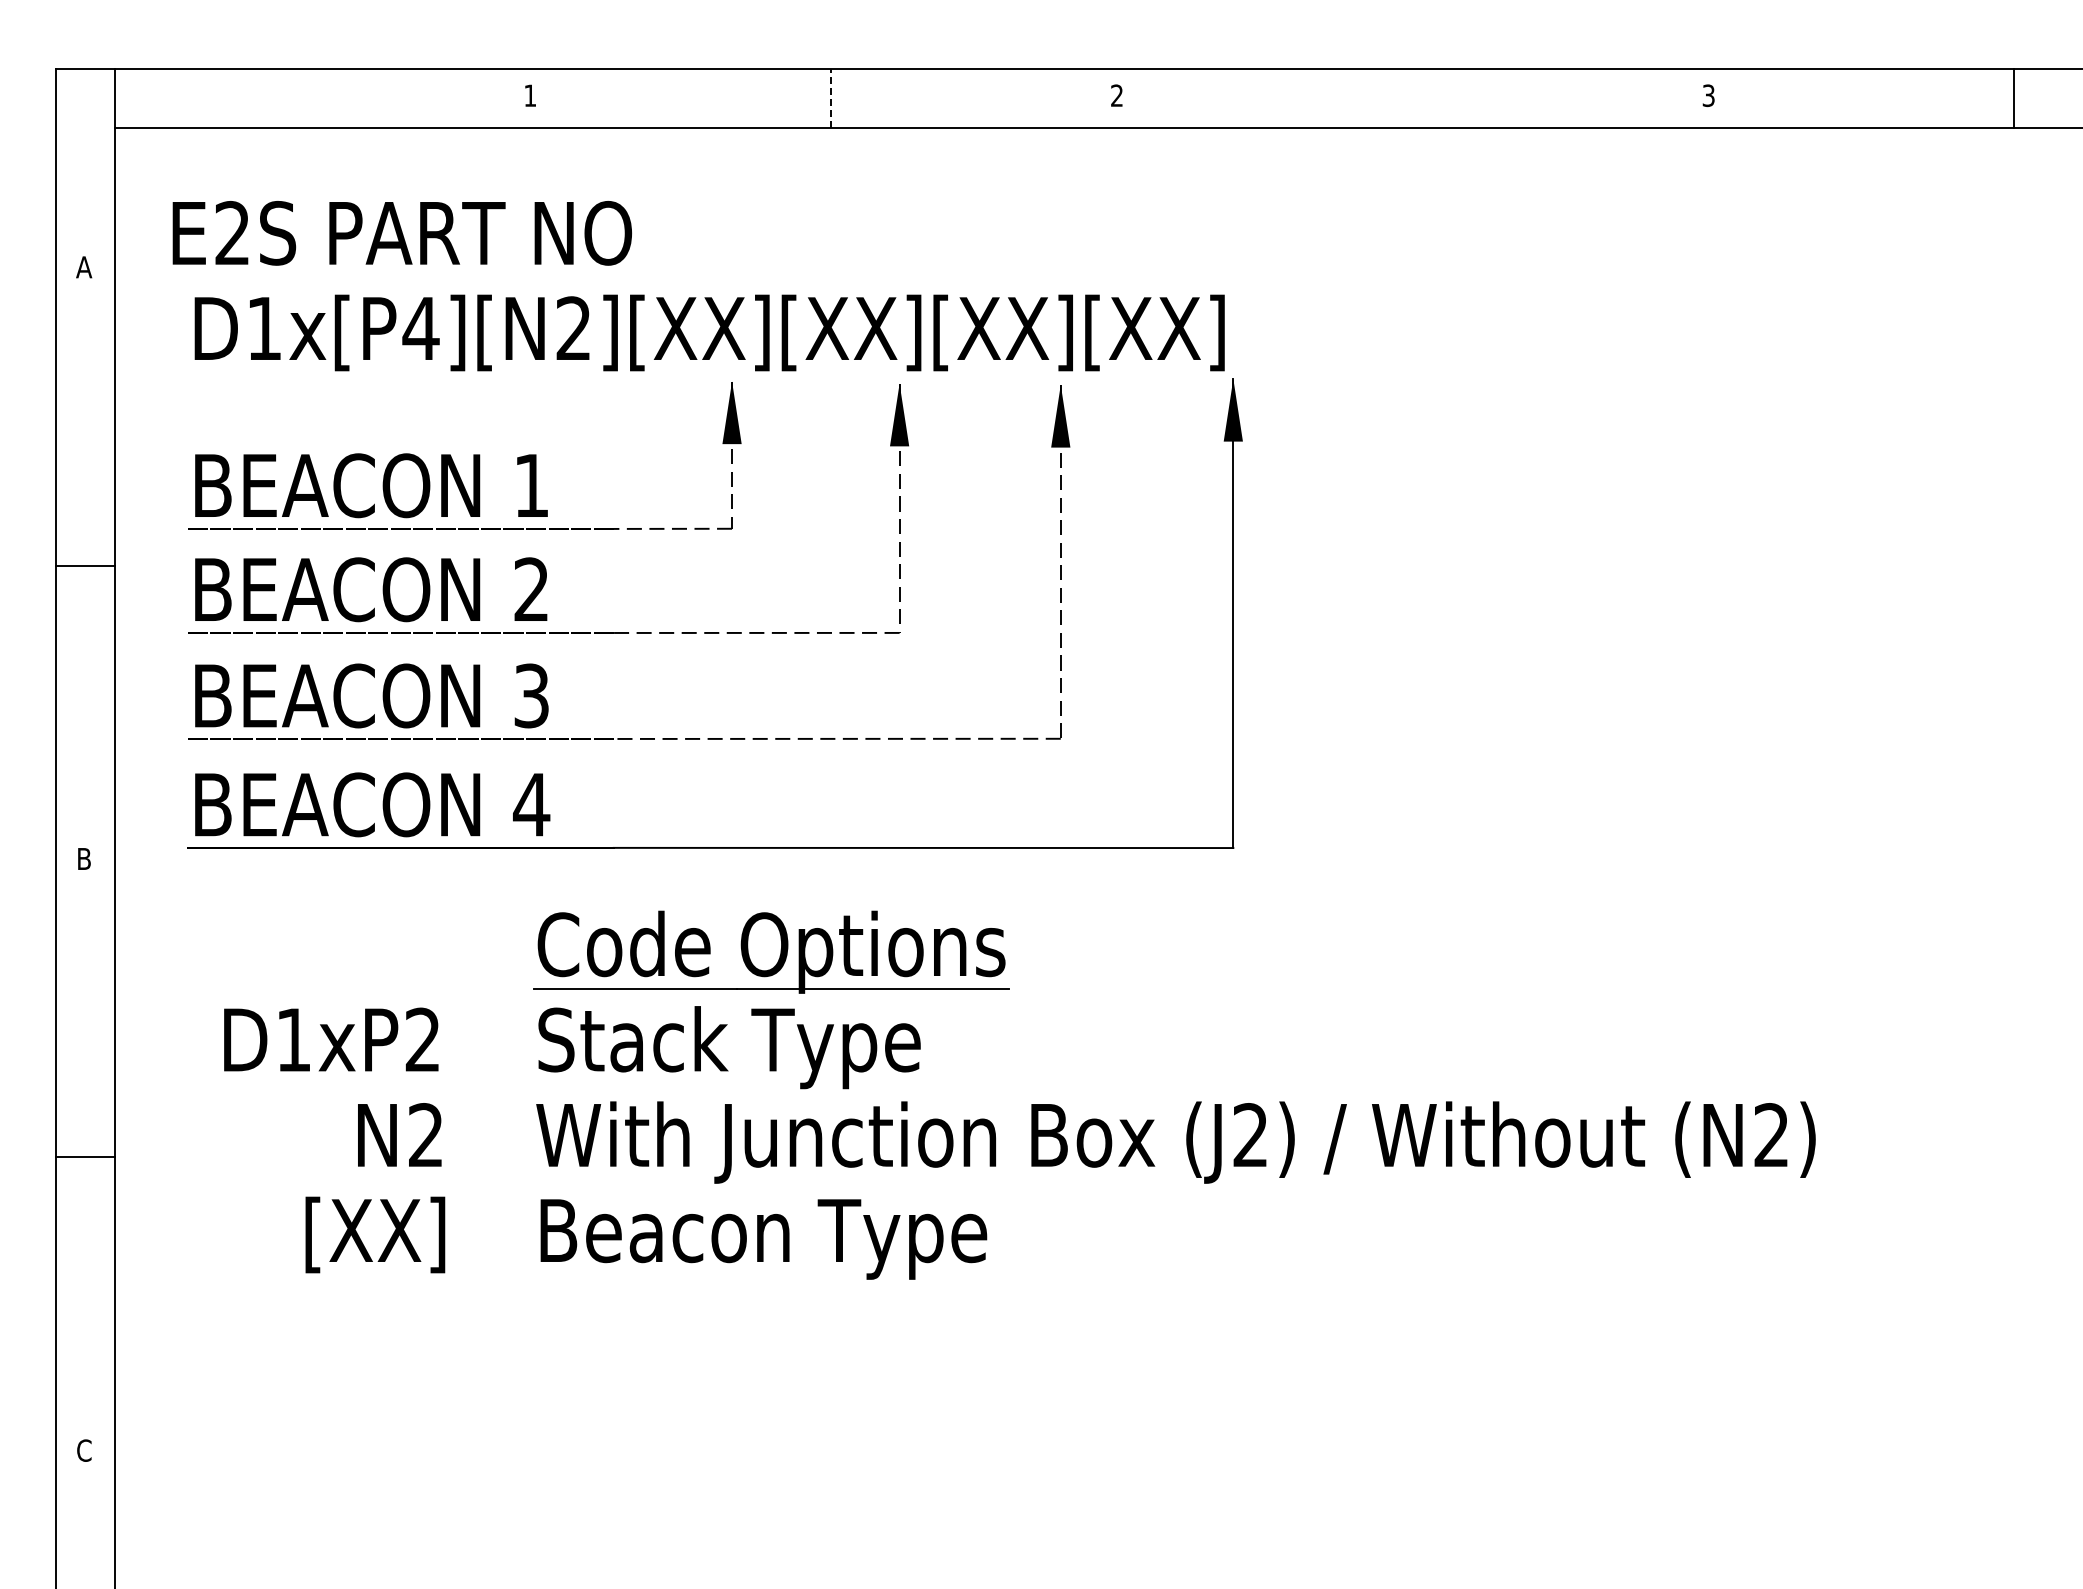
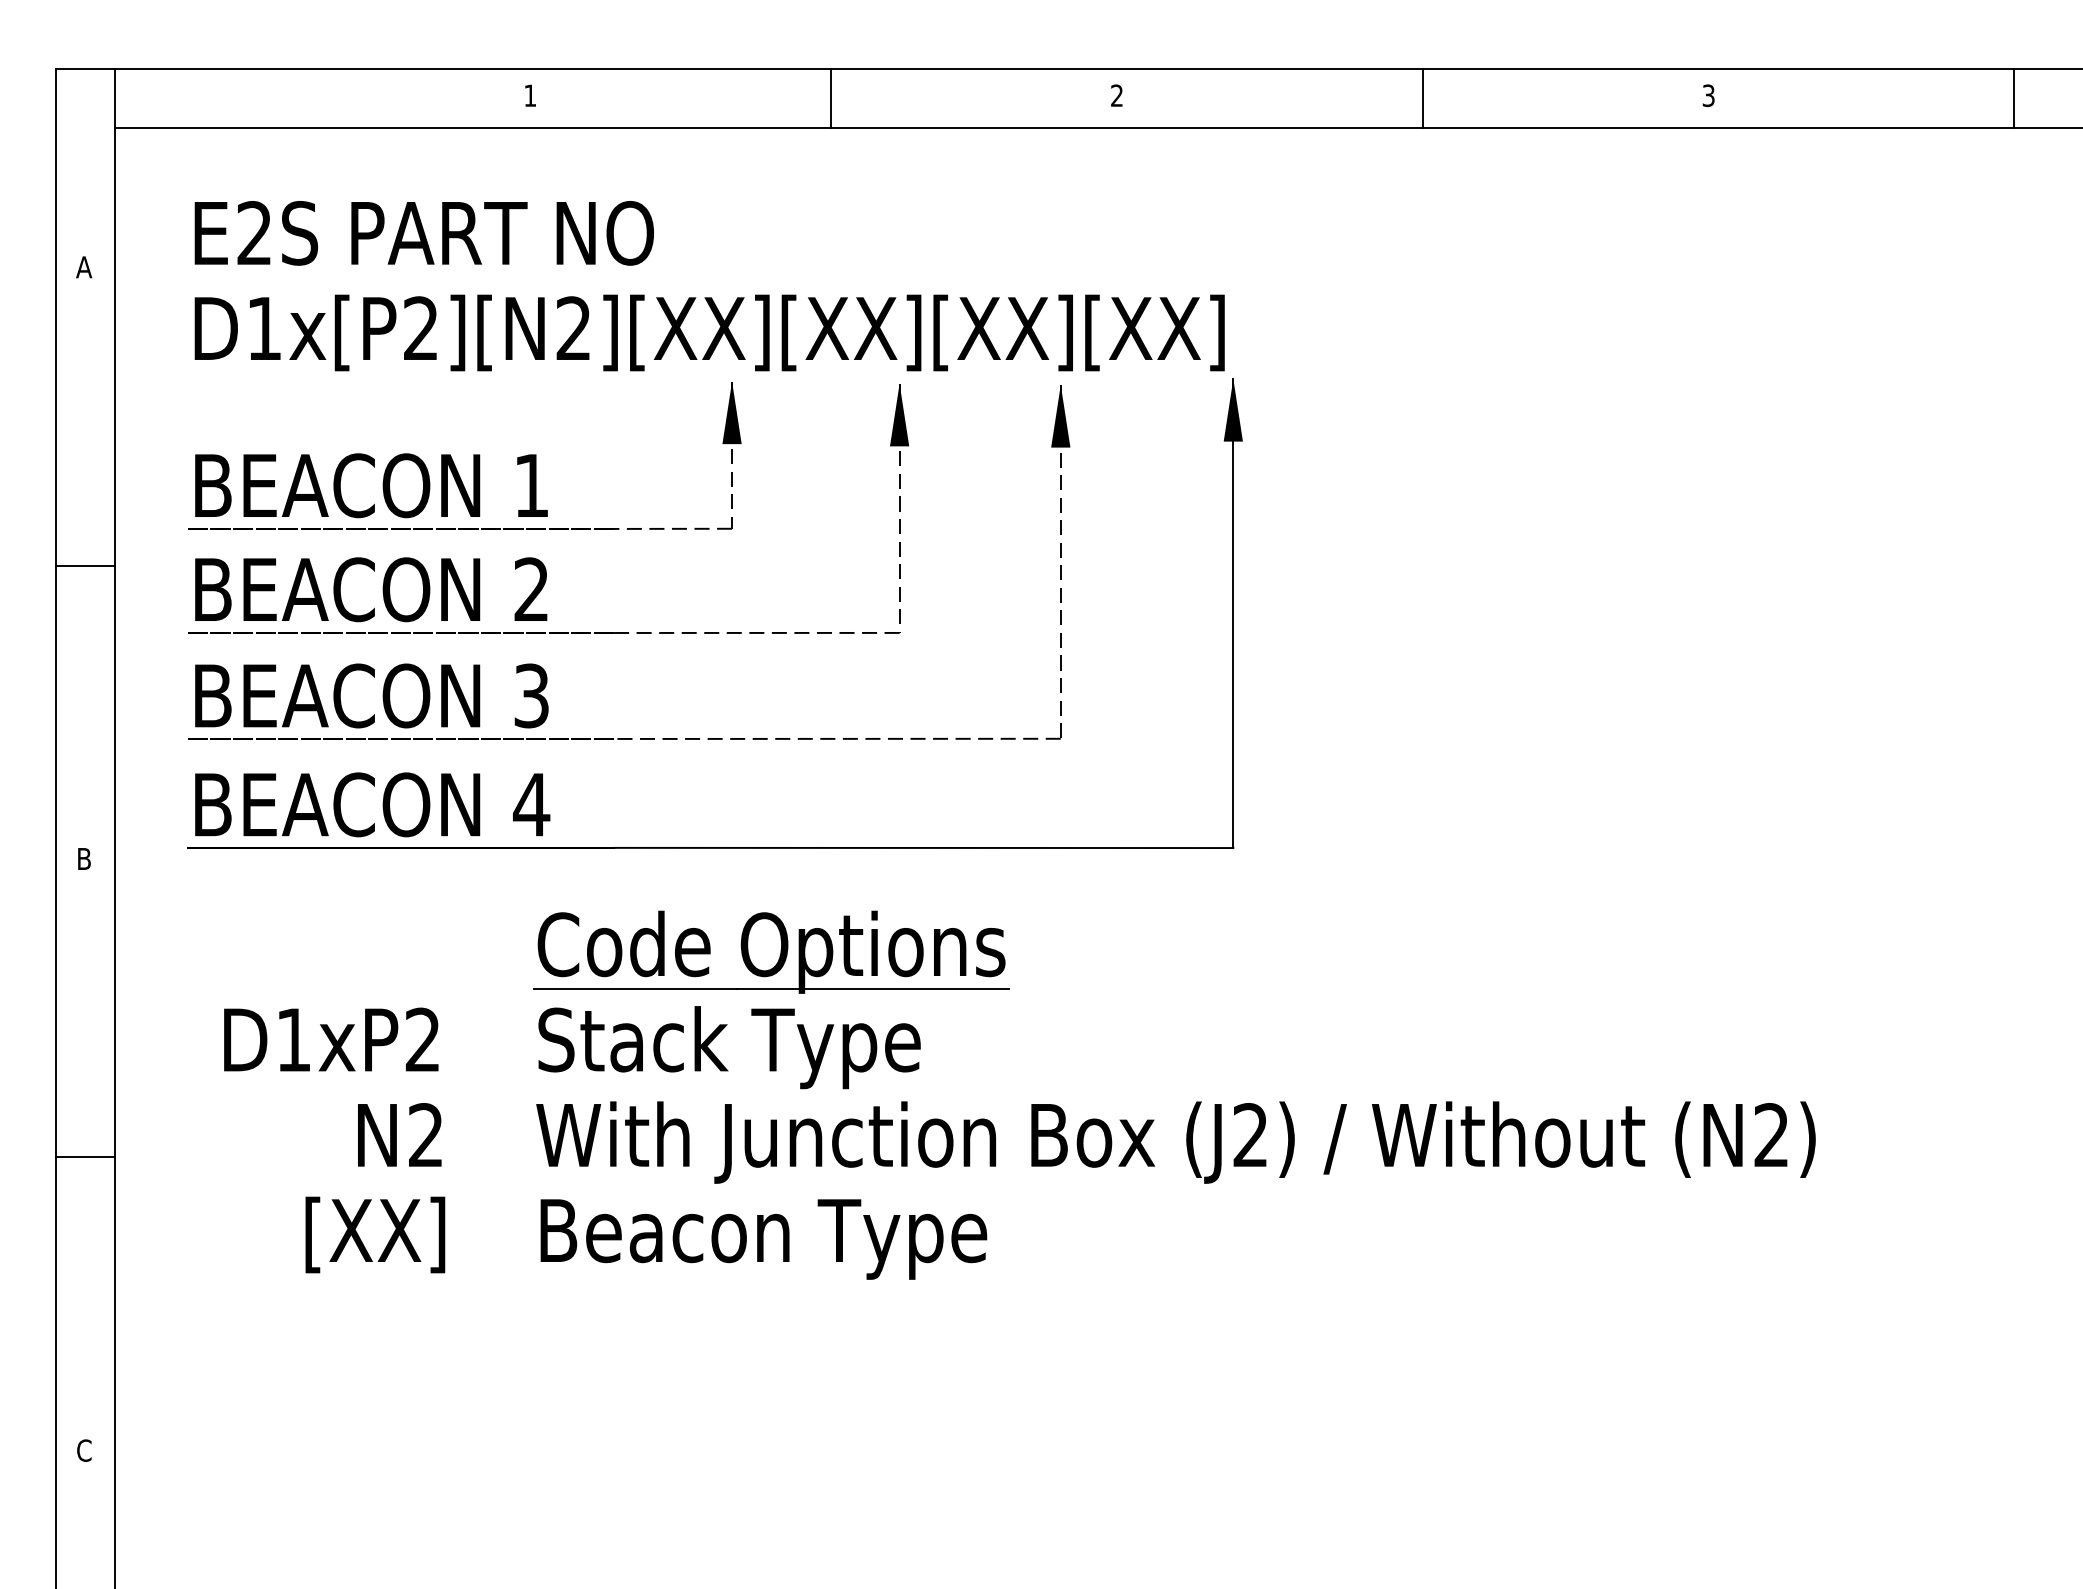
line at (1422, 97): none -> present
line at (831, 98): dashed -> solid
text at (401, 233) position: (401, 233) -> (423, 233)
text at (420, 327): D1x[P4][N2][XX][XX][XX][XX] -> D1x[P2][N2][XX][XX][XX][XX]
